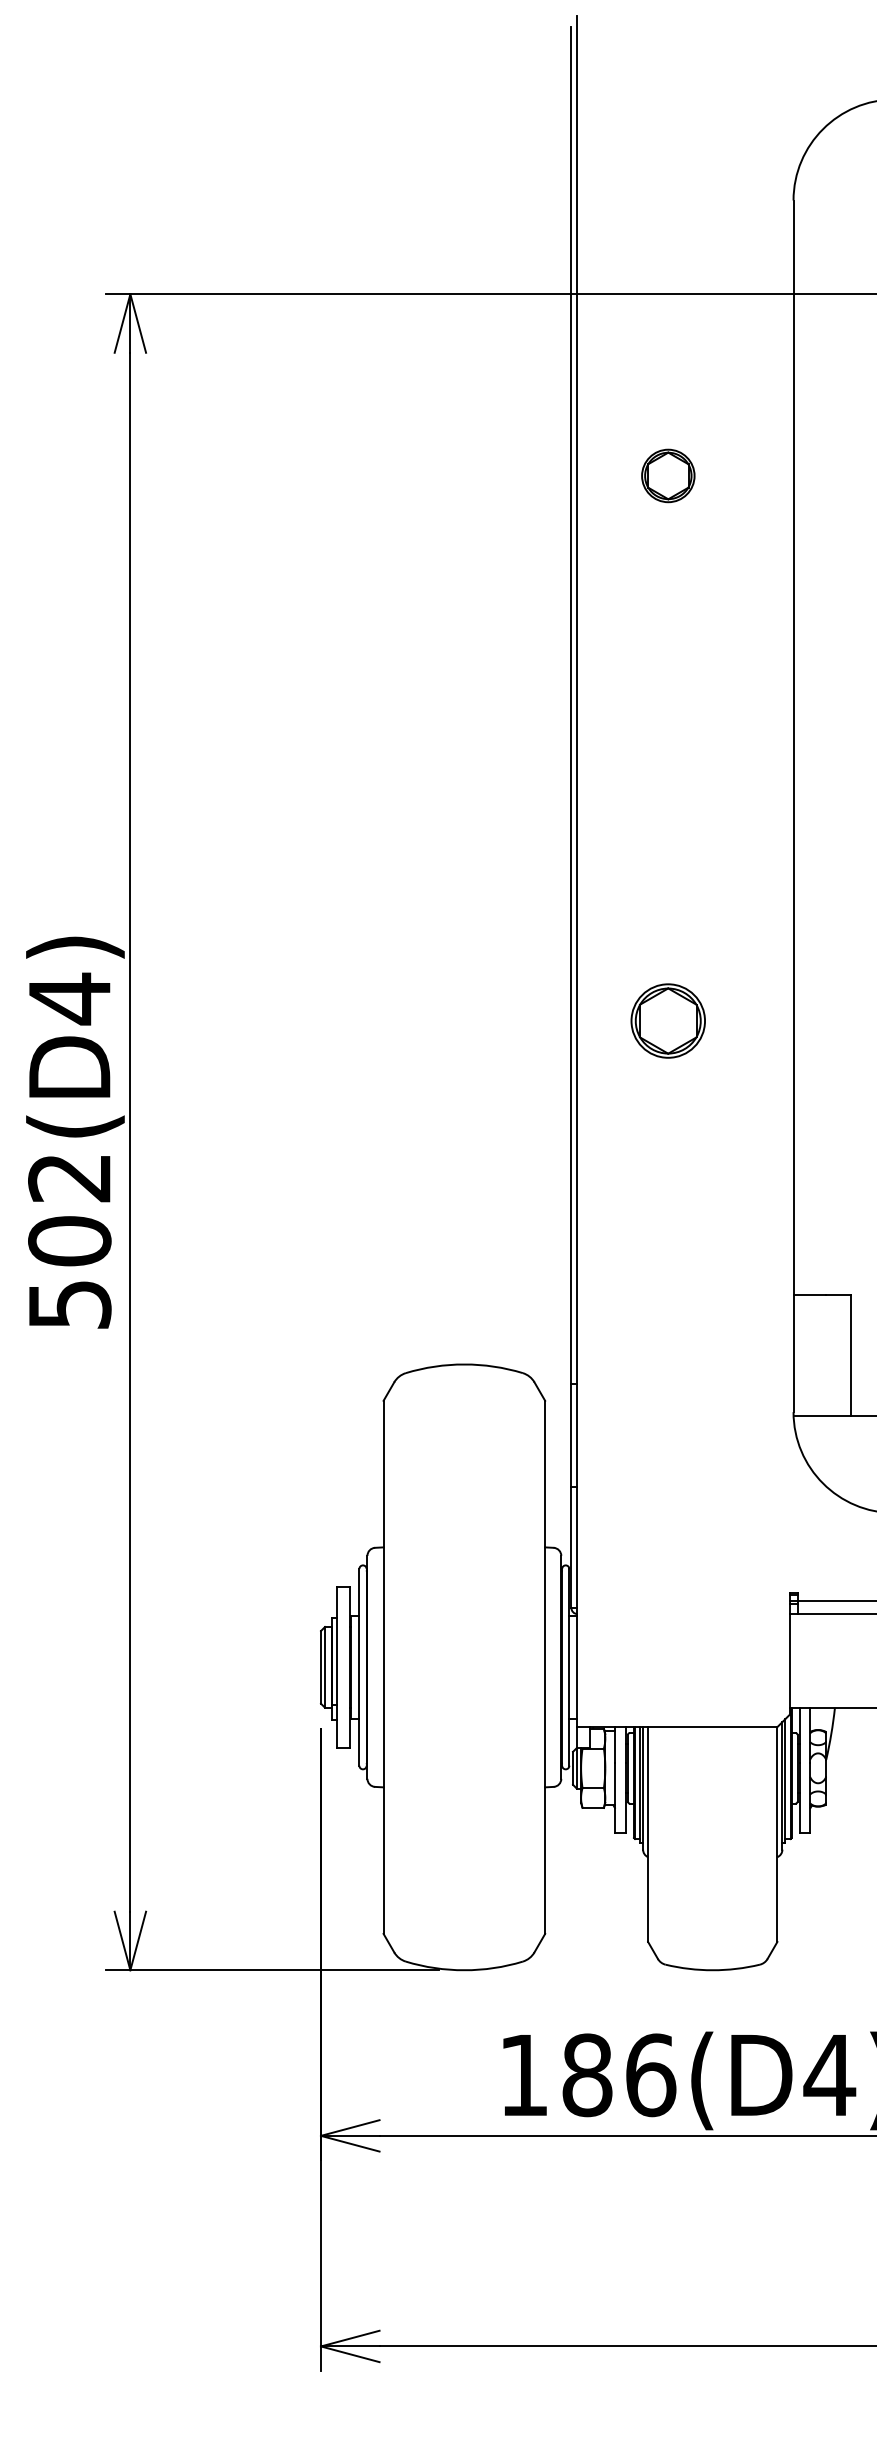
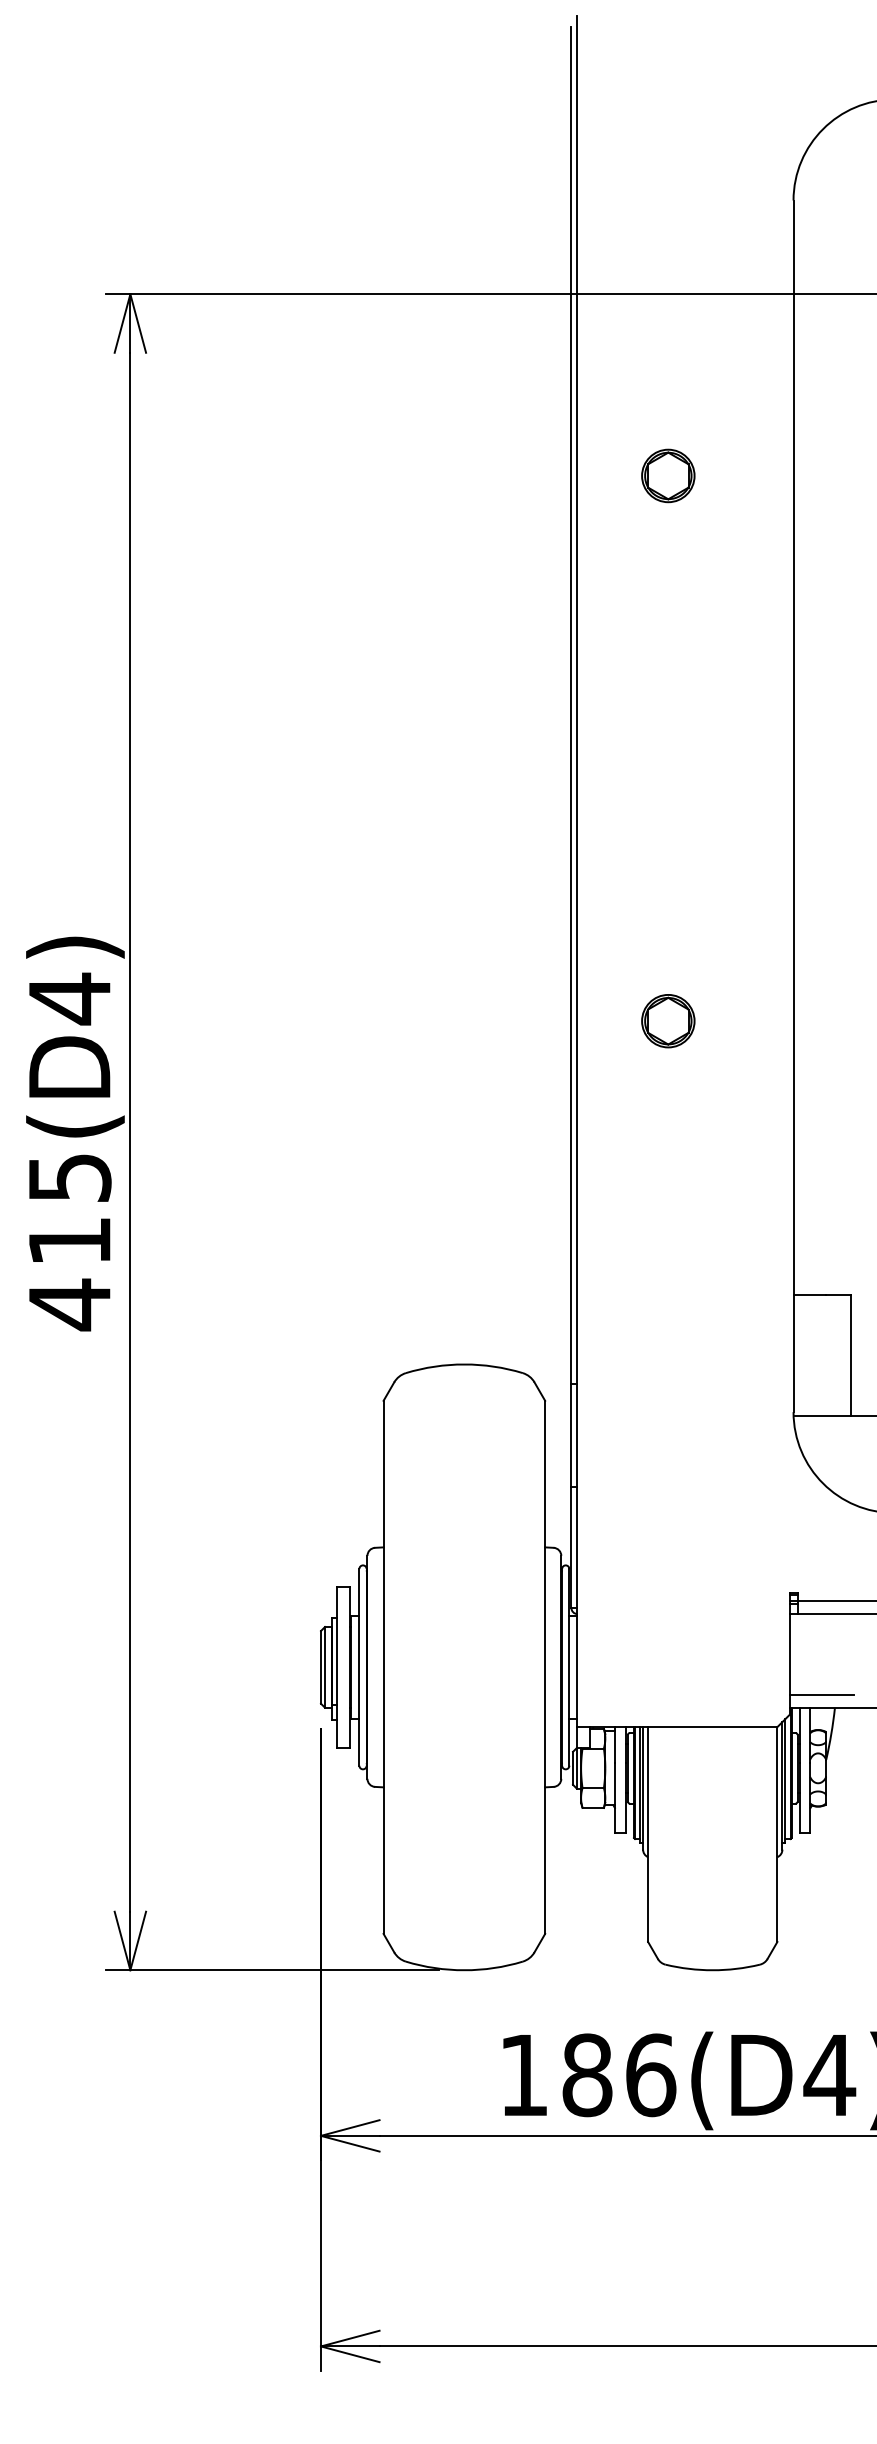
part at (667, 1020) size: 76x76 px -> 55x55 px
text at (69, 1242): 502(D4) -> 415(D4)
line at (821, 1694): none -> present
